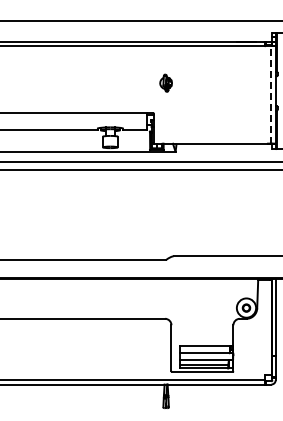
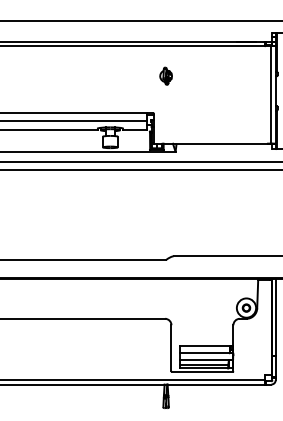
part at (165, 82) position: (165, 82) -> (165, 75)
line at (271, 95): dashed -> solid
line at (74, 120): none -> present
